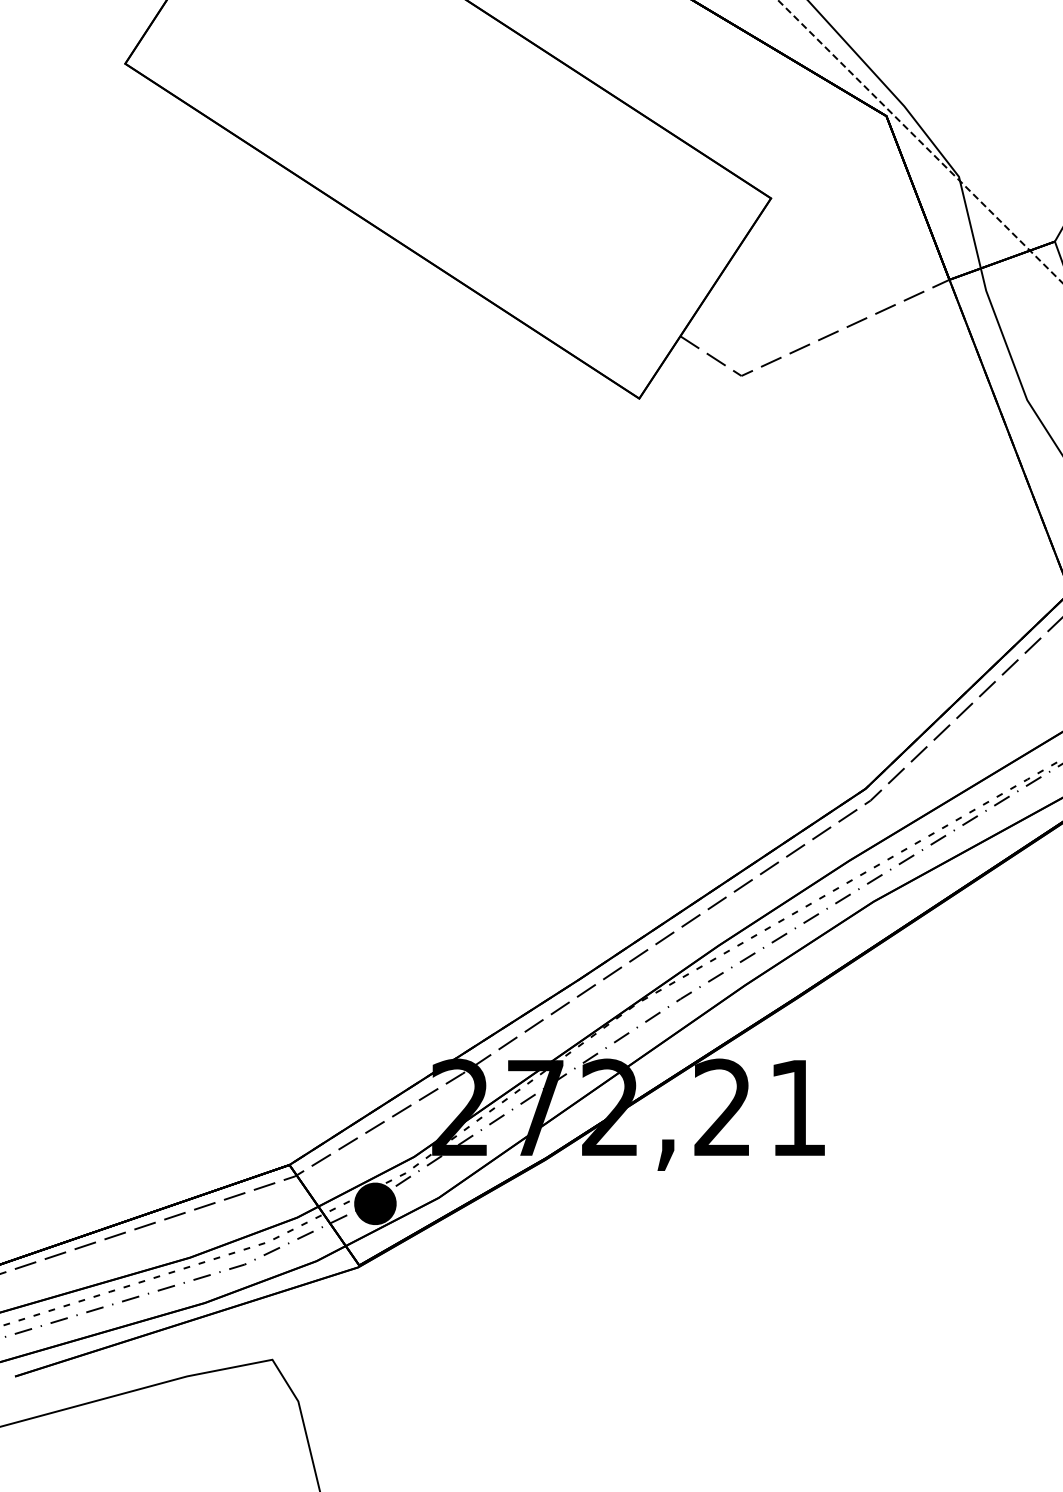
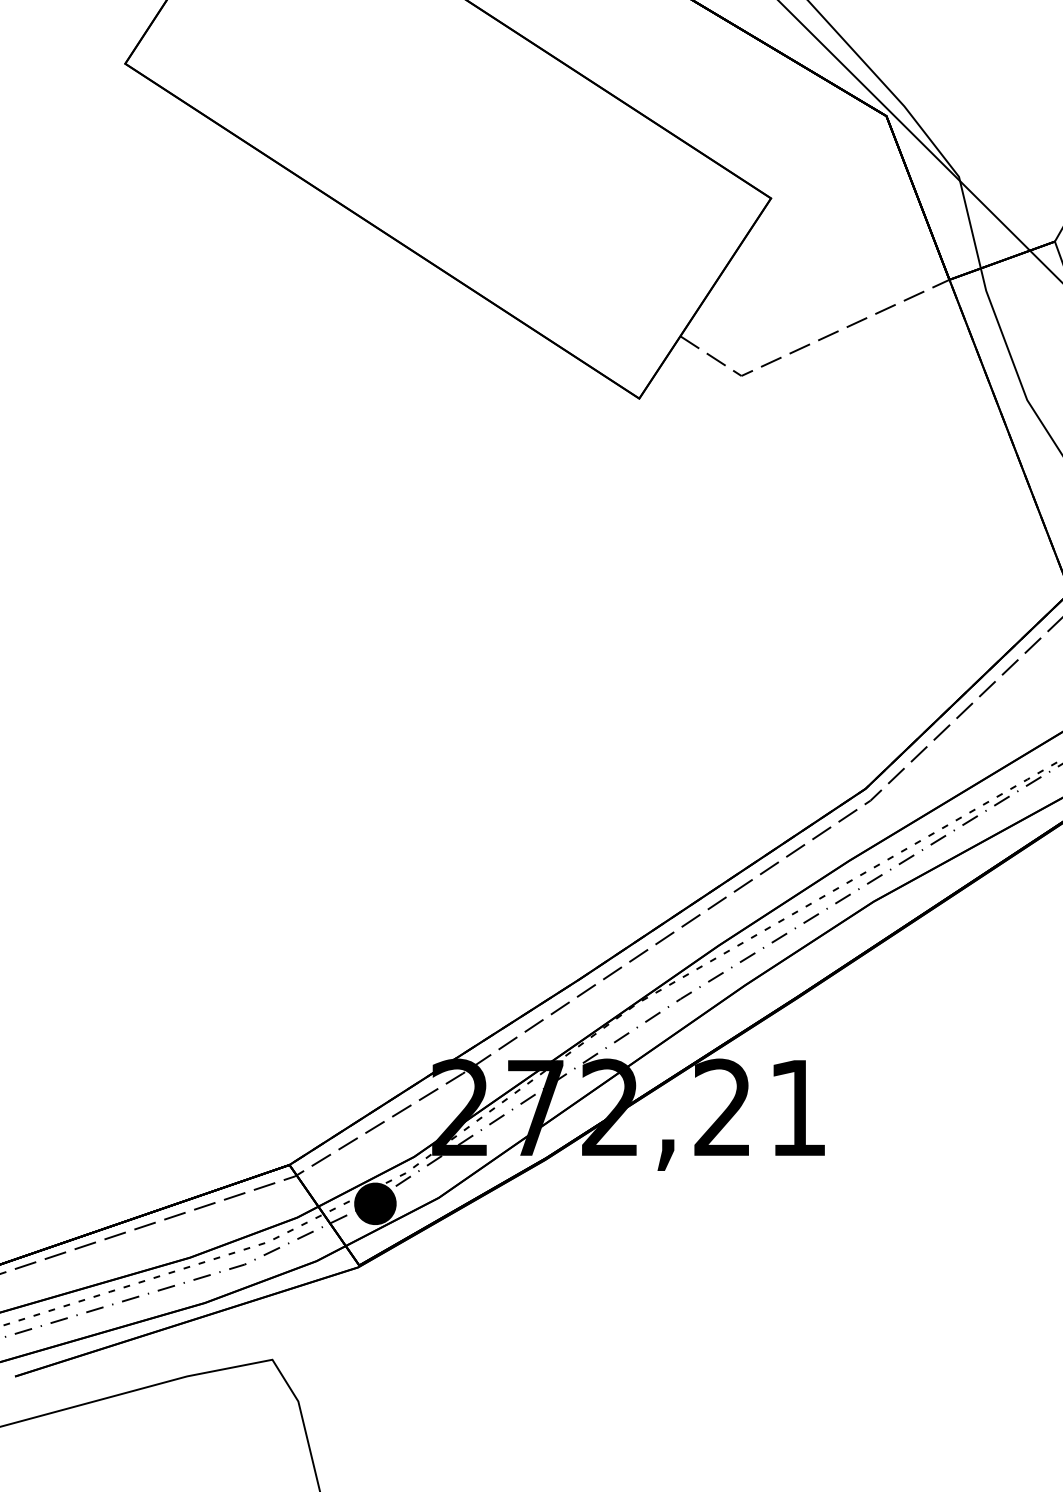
line at (920, 141): dashed -> solid
